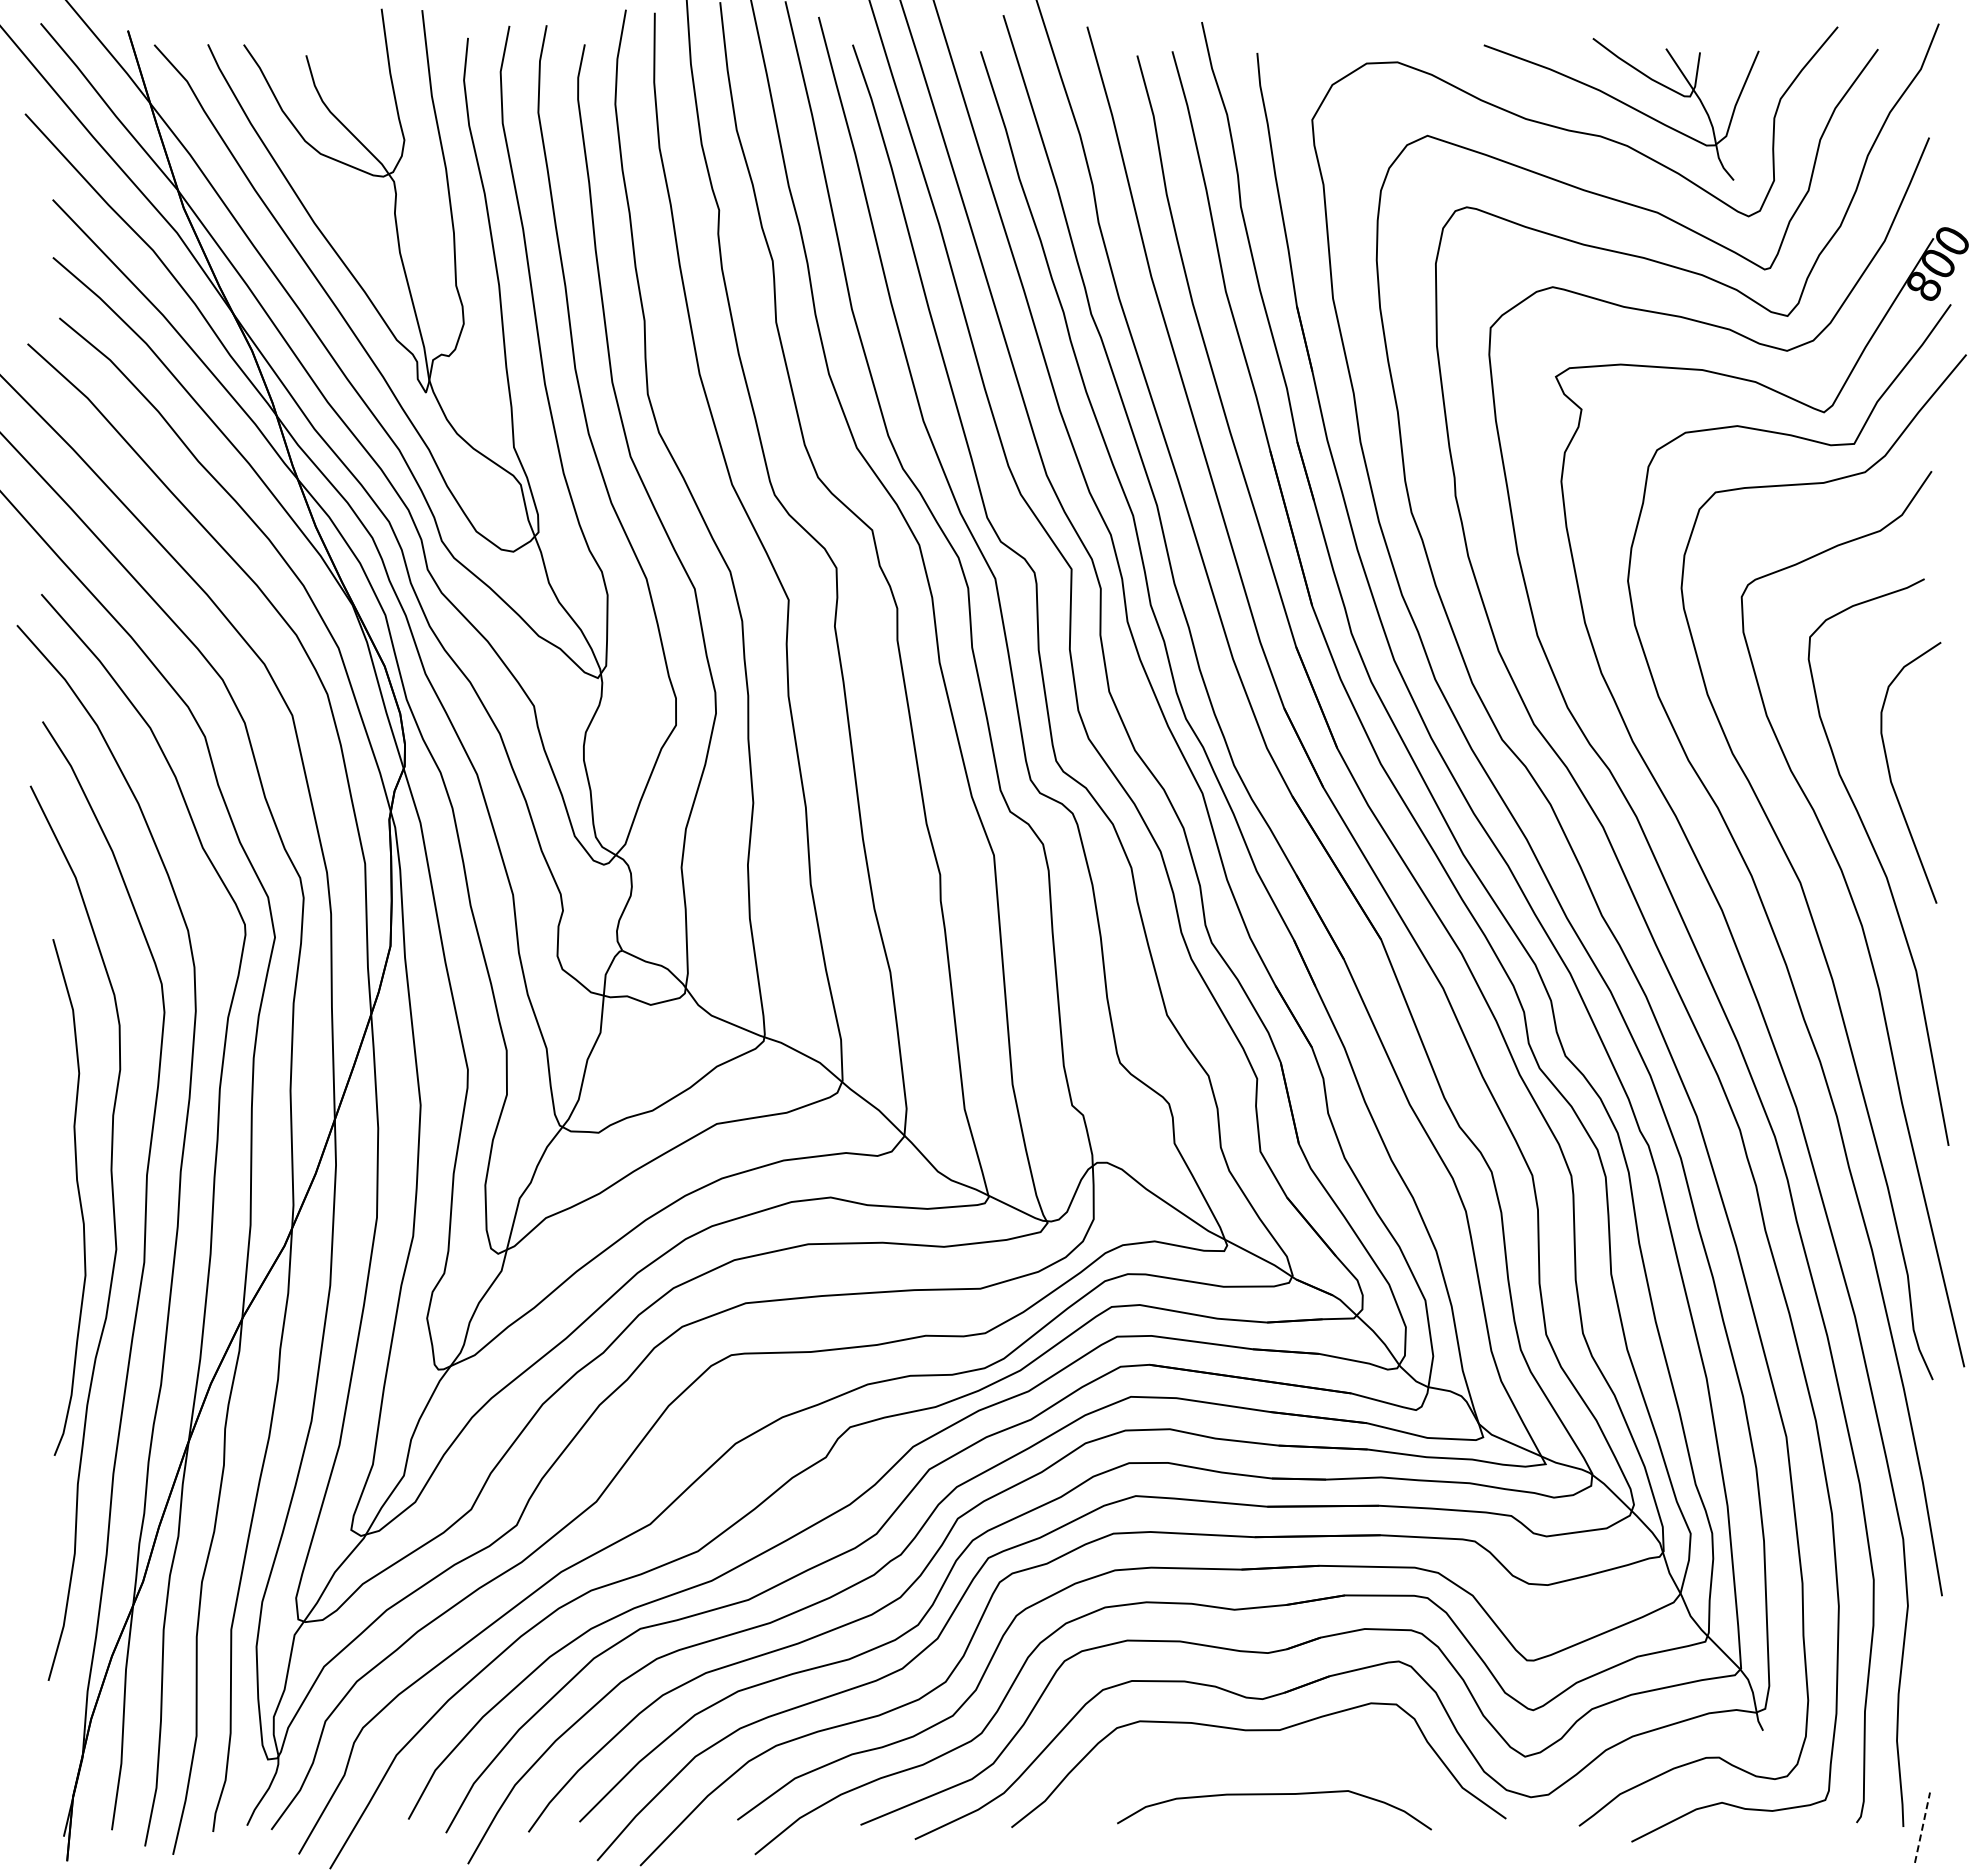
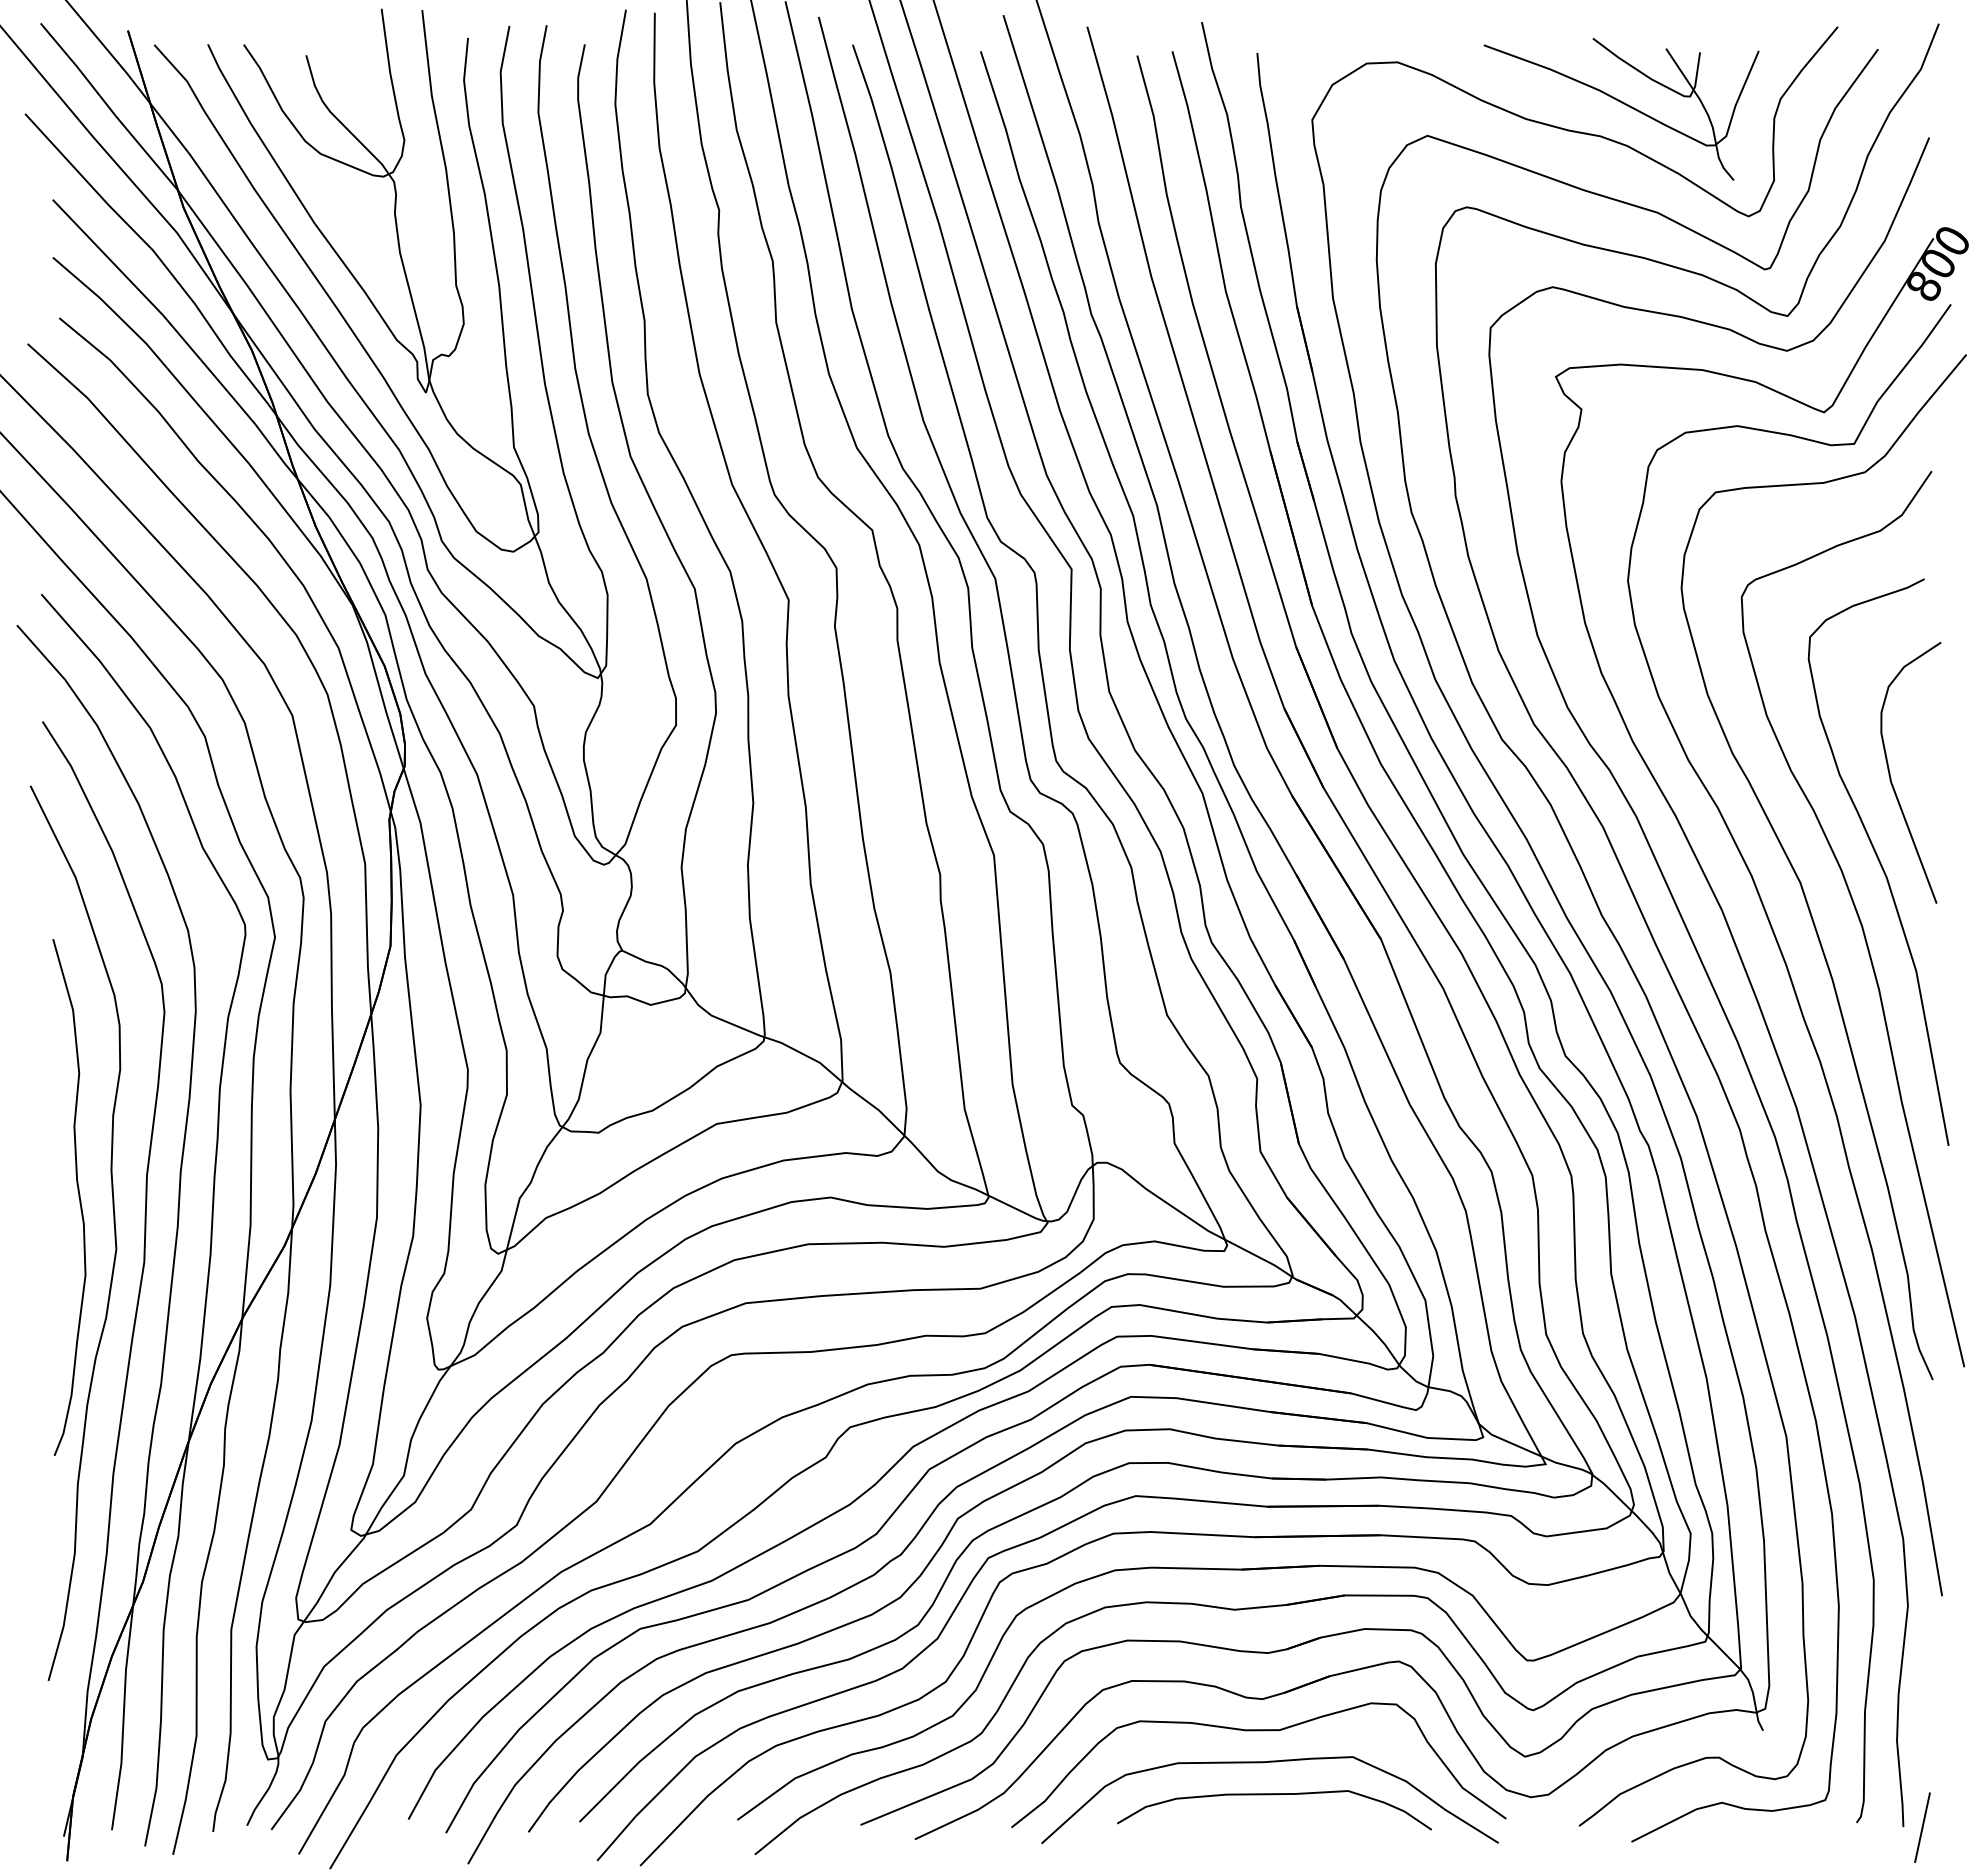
curve at (1264, 1763): none -> present
line at (1922, 1827): dashed -> solid
